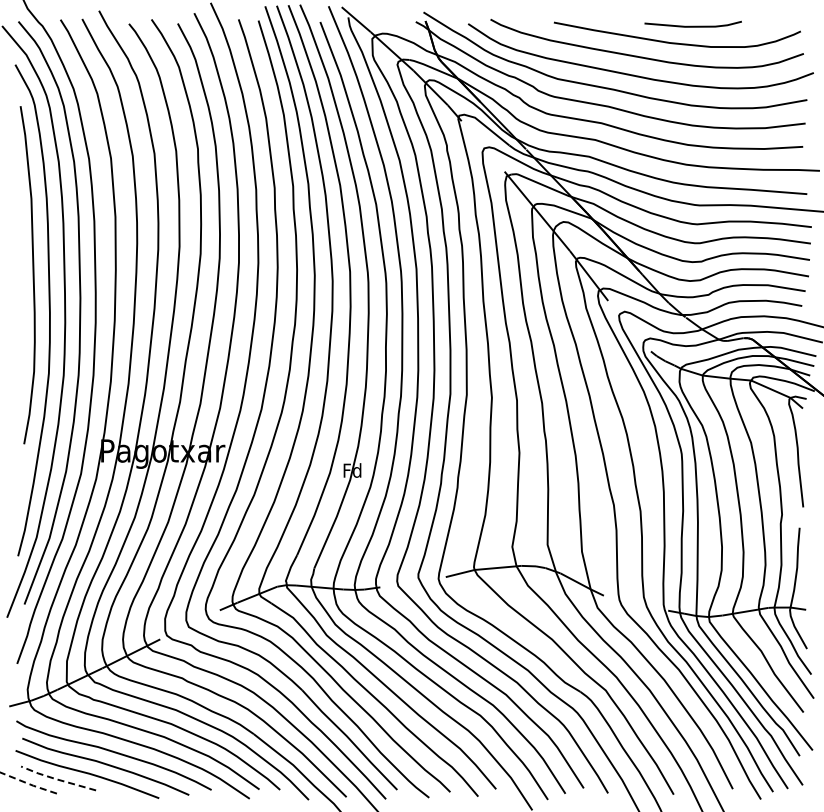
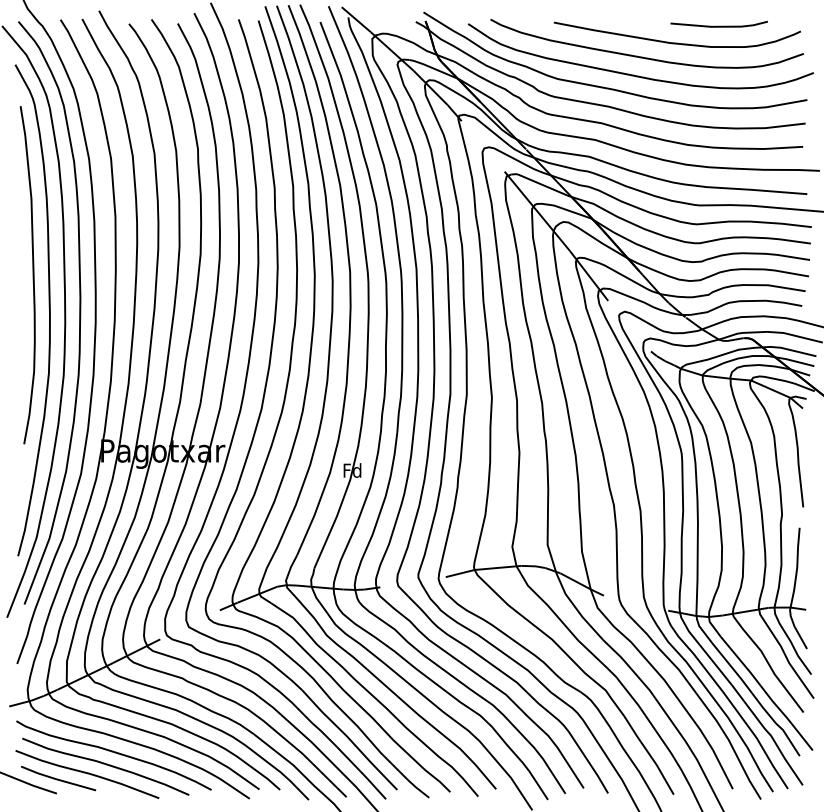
line at (692, 25) position: (692, 25) -> (718, 25)
line at (56, 779): dashed -> solid
line at (28, 783): dashed -> solid
